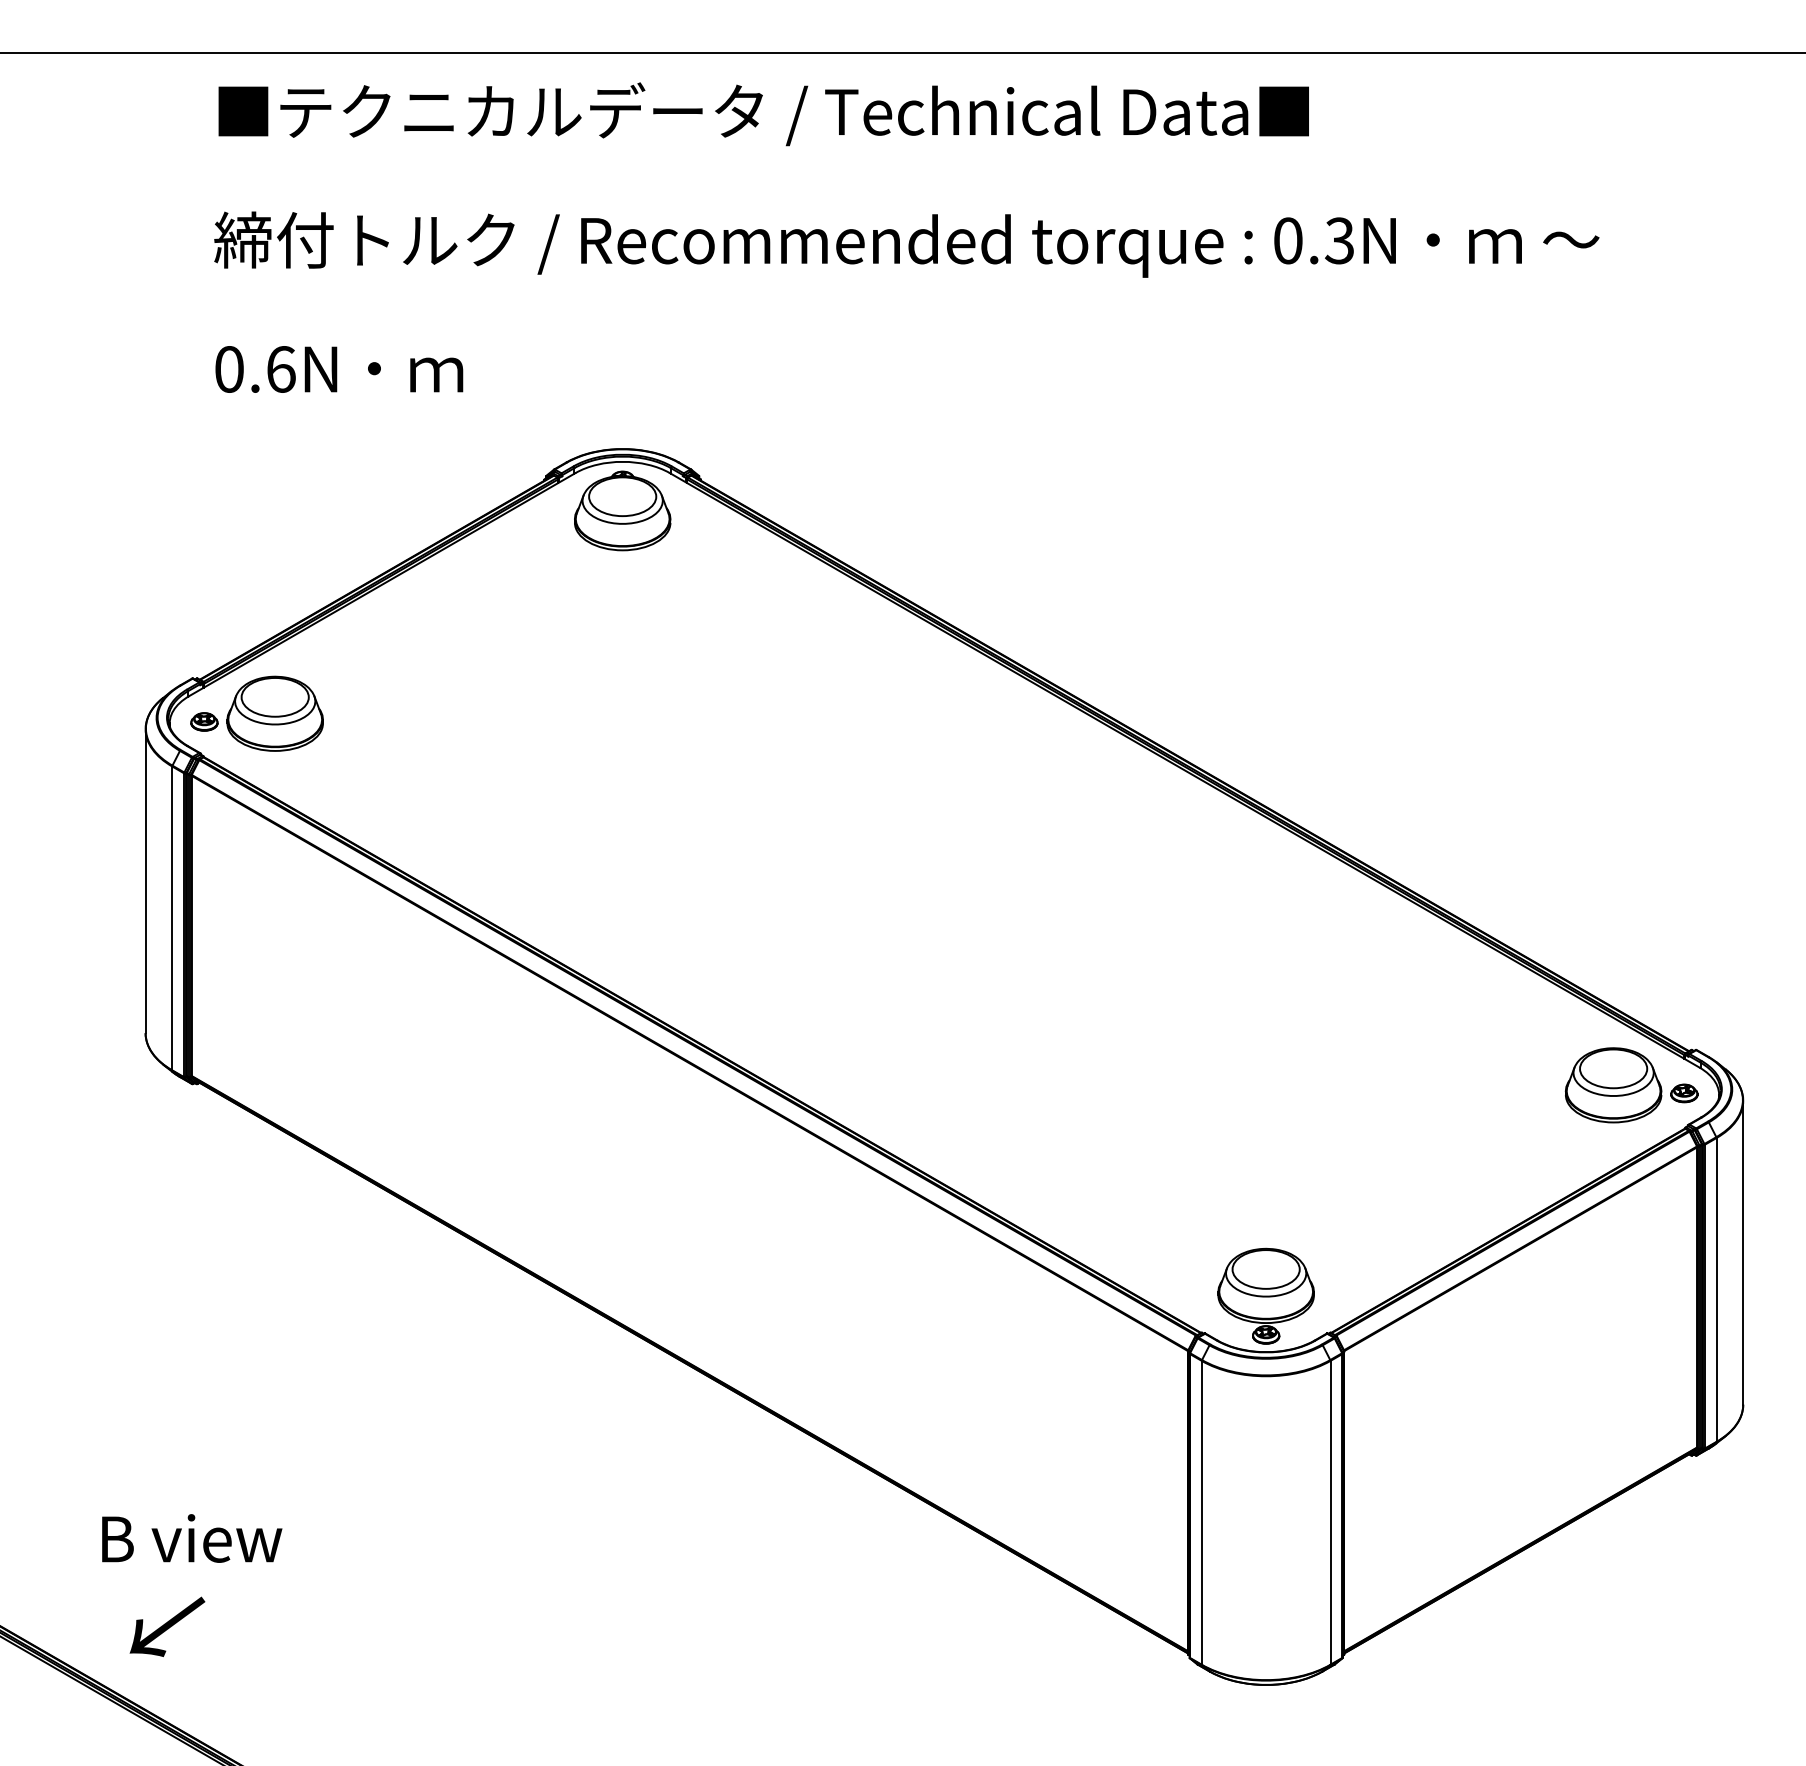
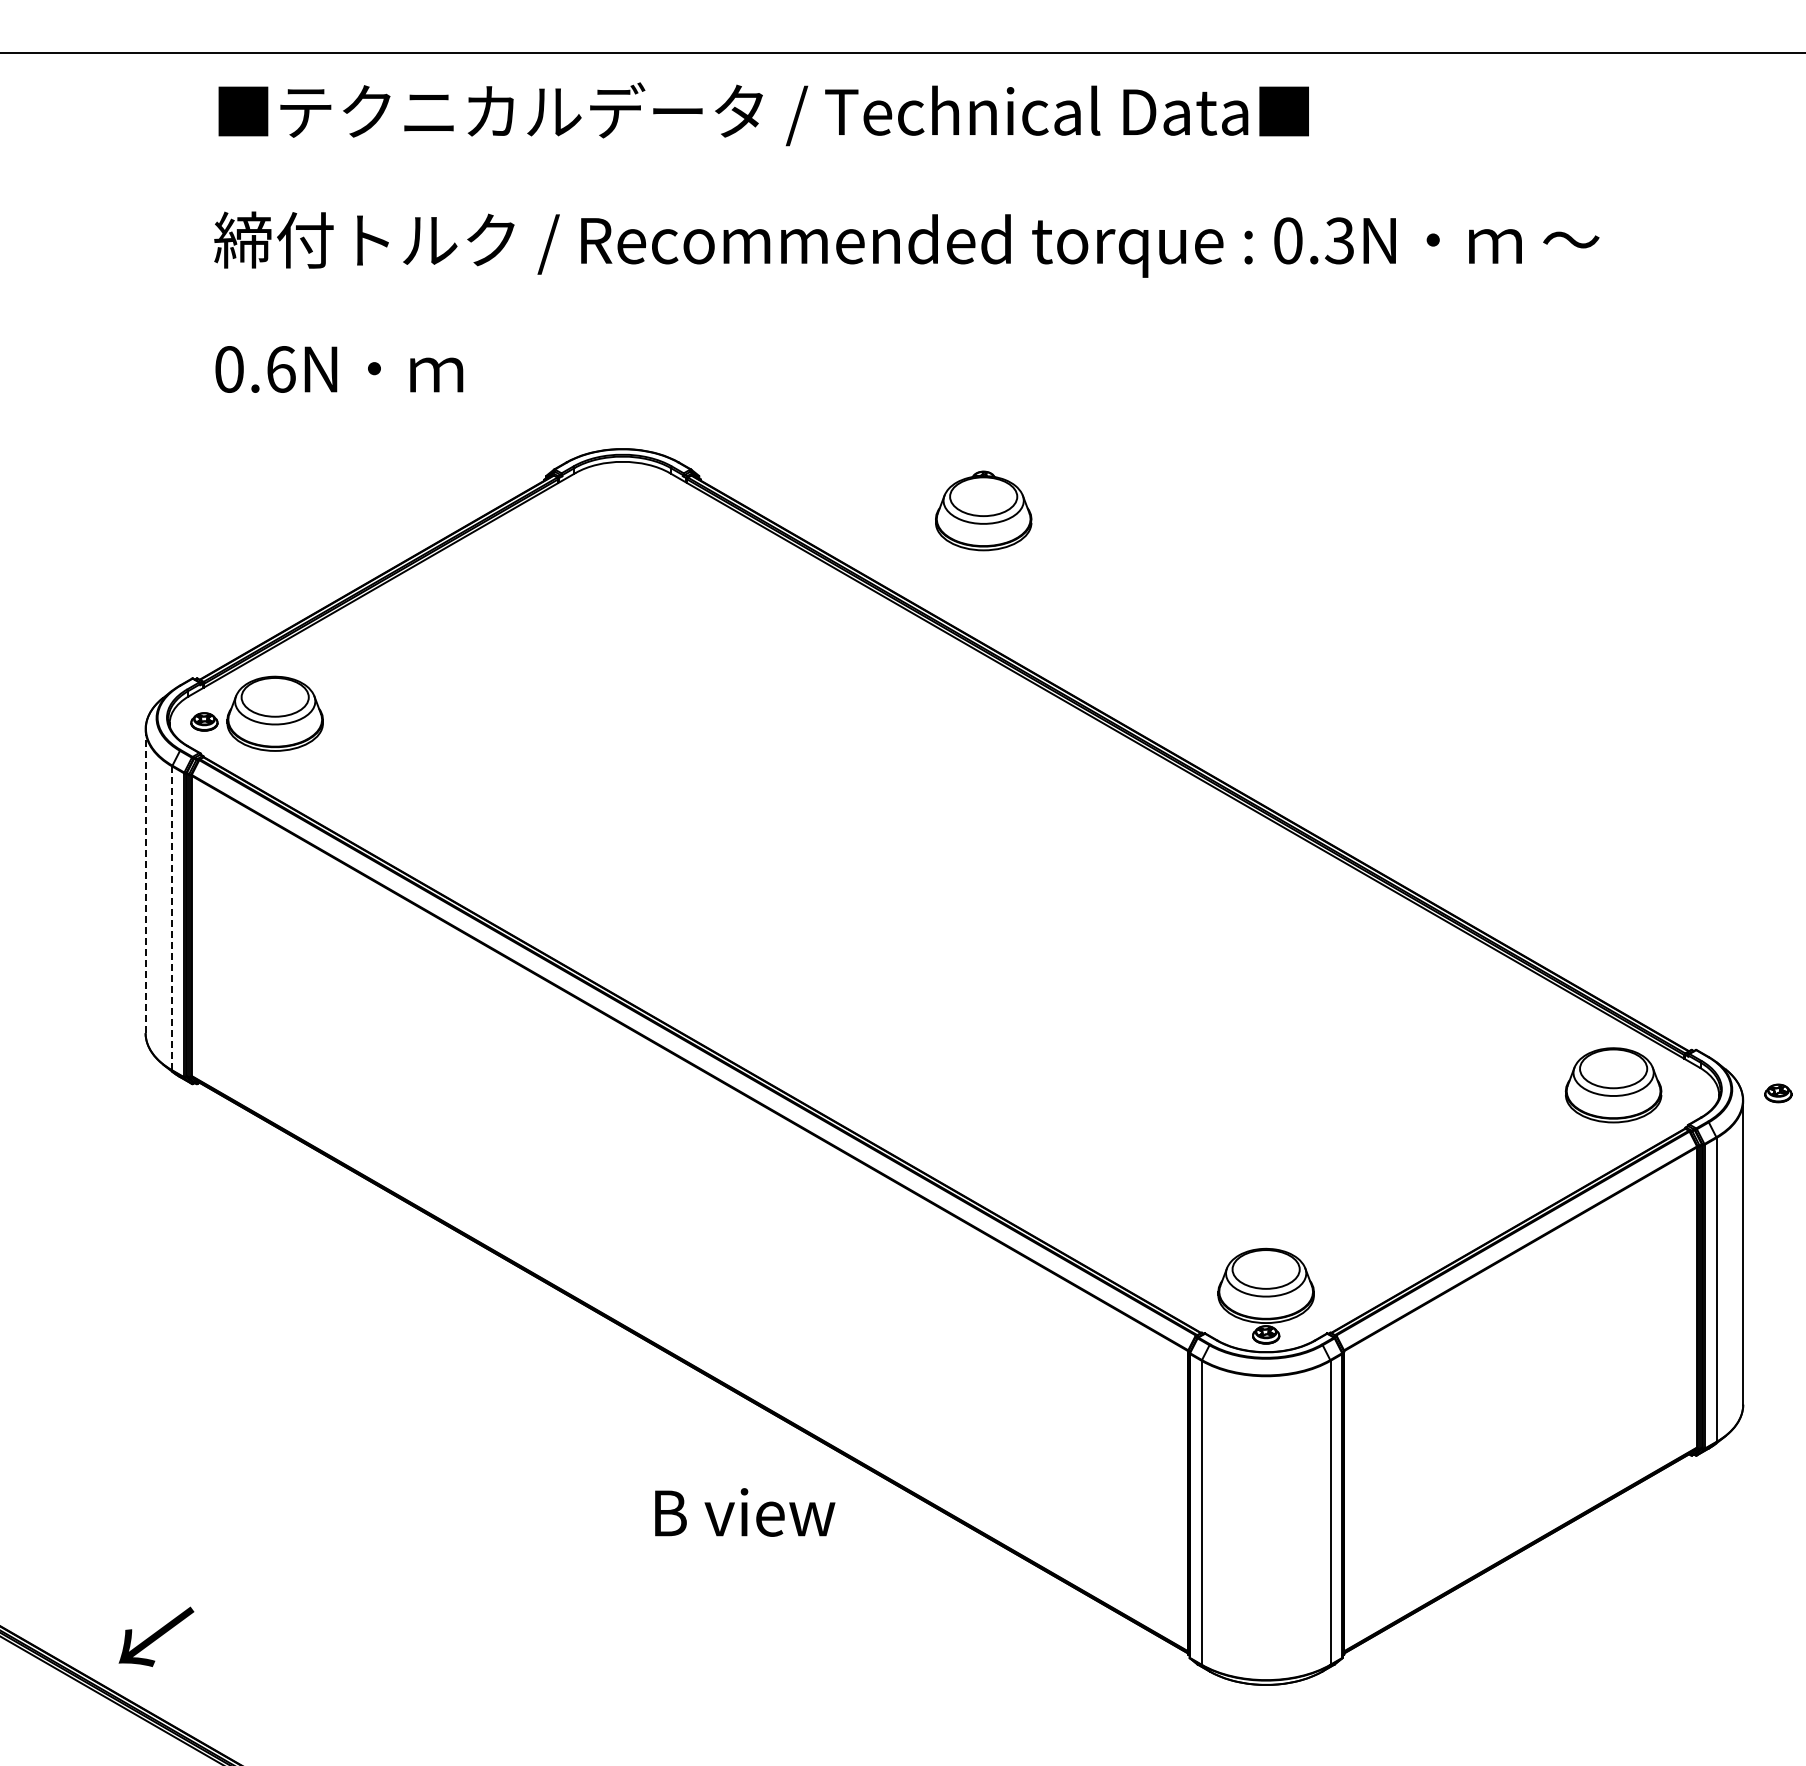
part at (622, 510) position: (622, 510) -> (983, 510)
line at (145, 881): solid -> dashed
line at (172, 918): solid -> dashed
part at (1684, 1093) position: (1684, 1093) -> (1778, 1093)
text at (192, 1538) position: (192, 1538) -> (745, 1512)
text at (167, 1626) position: (167, 1626) -> (156, 1636)
